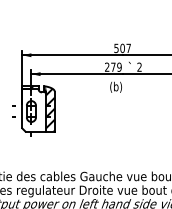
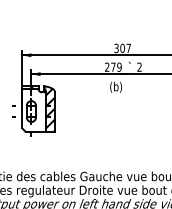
text at (116, 47): 507 -> 307
